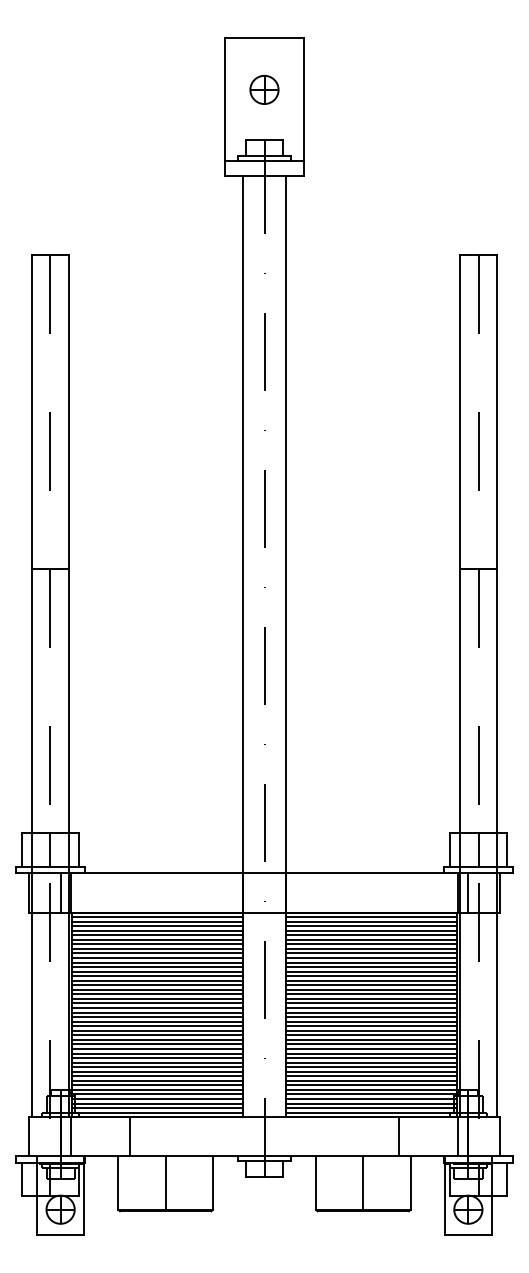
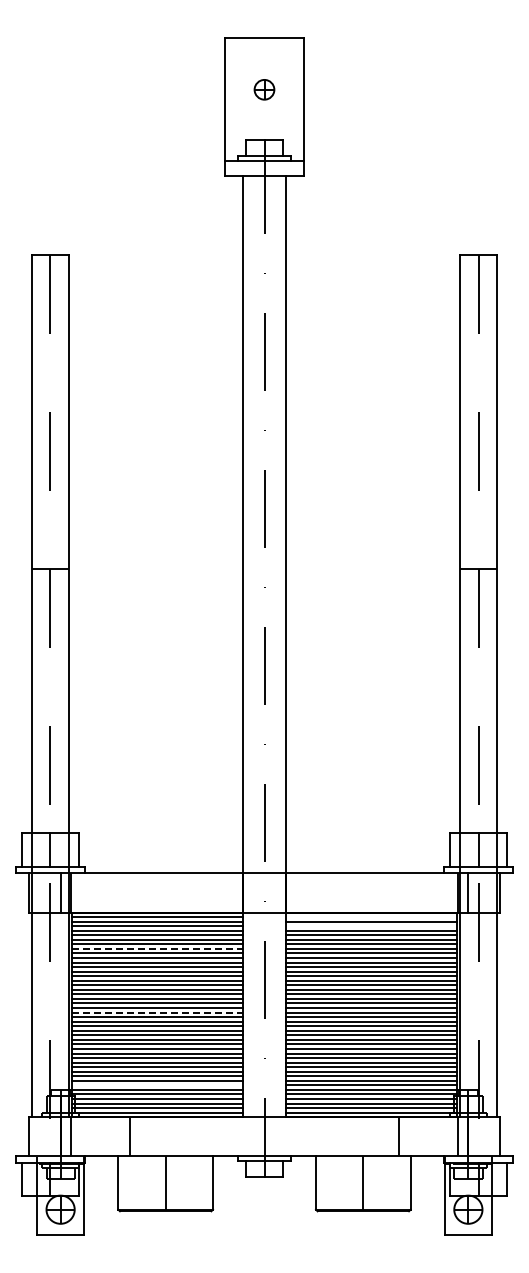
part at (264, 89) size: 31x31 px -> 23x22 px
line at (371, 917): present -> none
line at (371, 926): present -> none
line at (157, 948): solid -> dashed
line at (157, 1012): solid -> dashed
line at (157, 1085): present -> none
